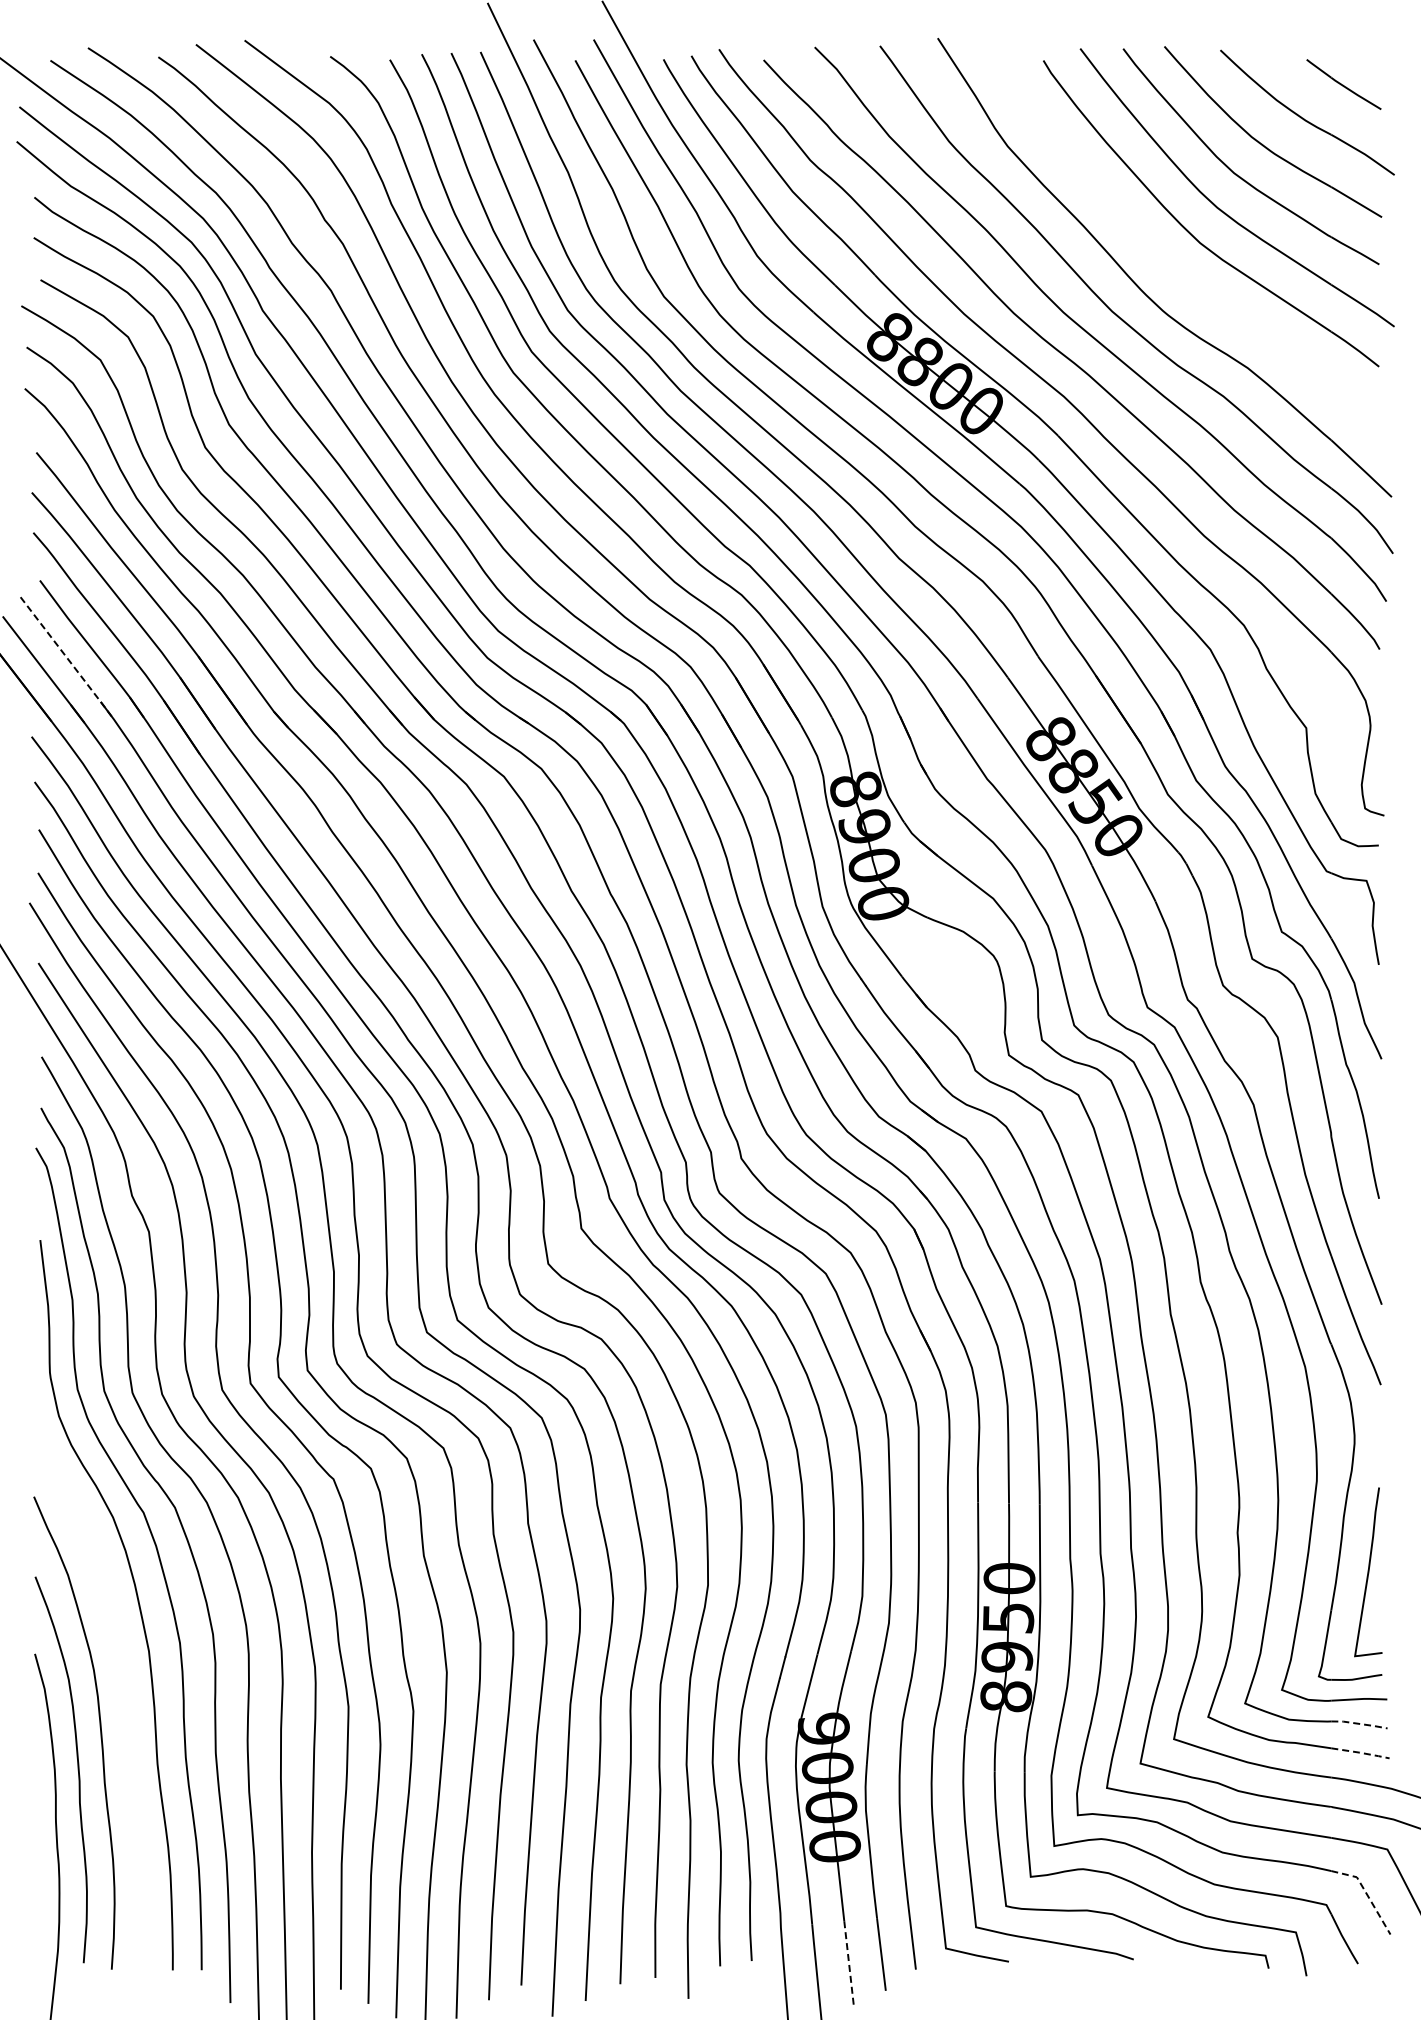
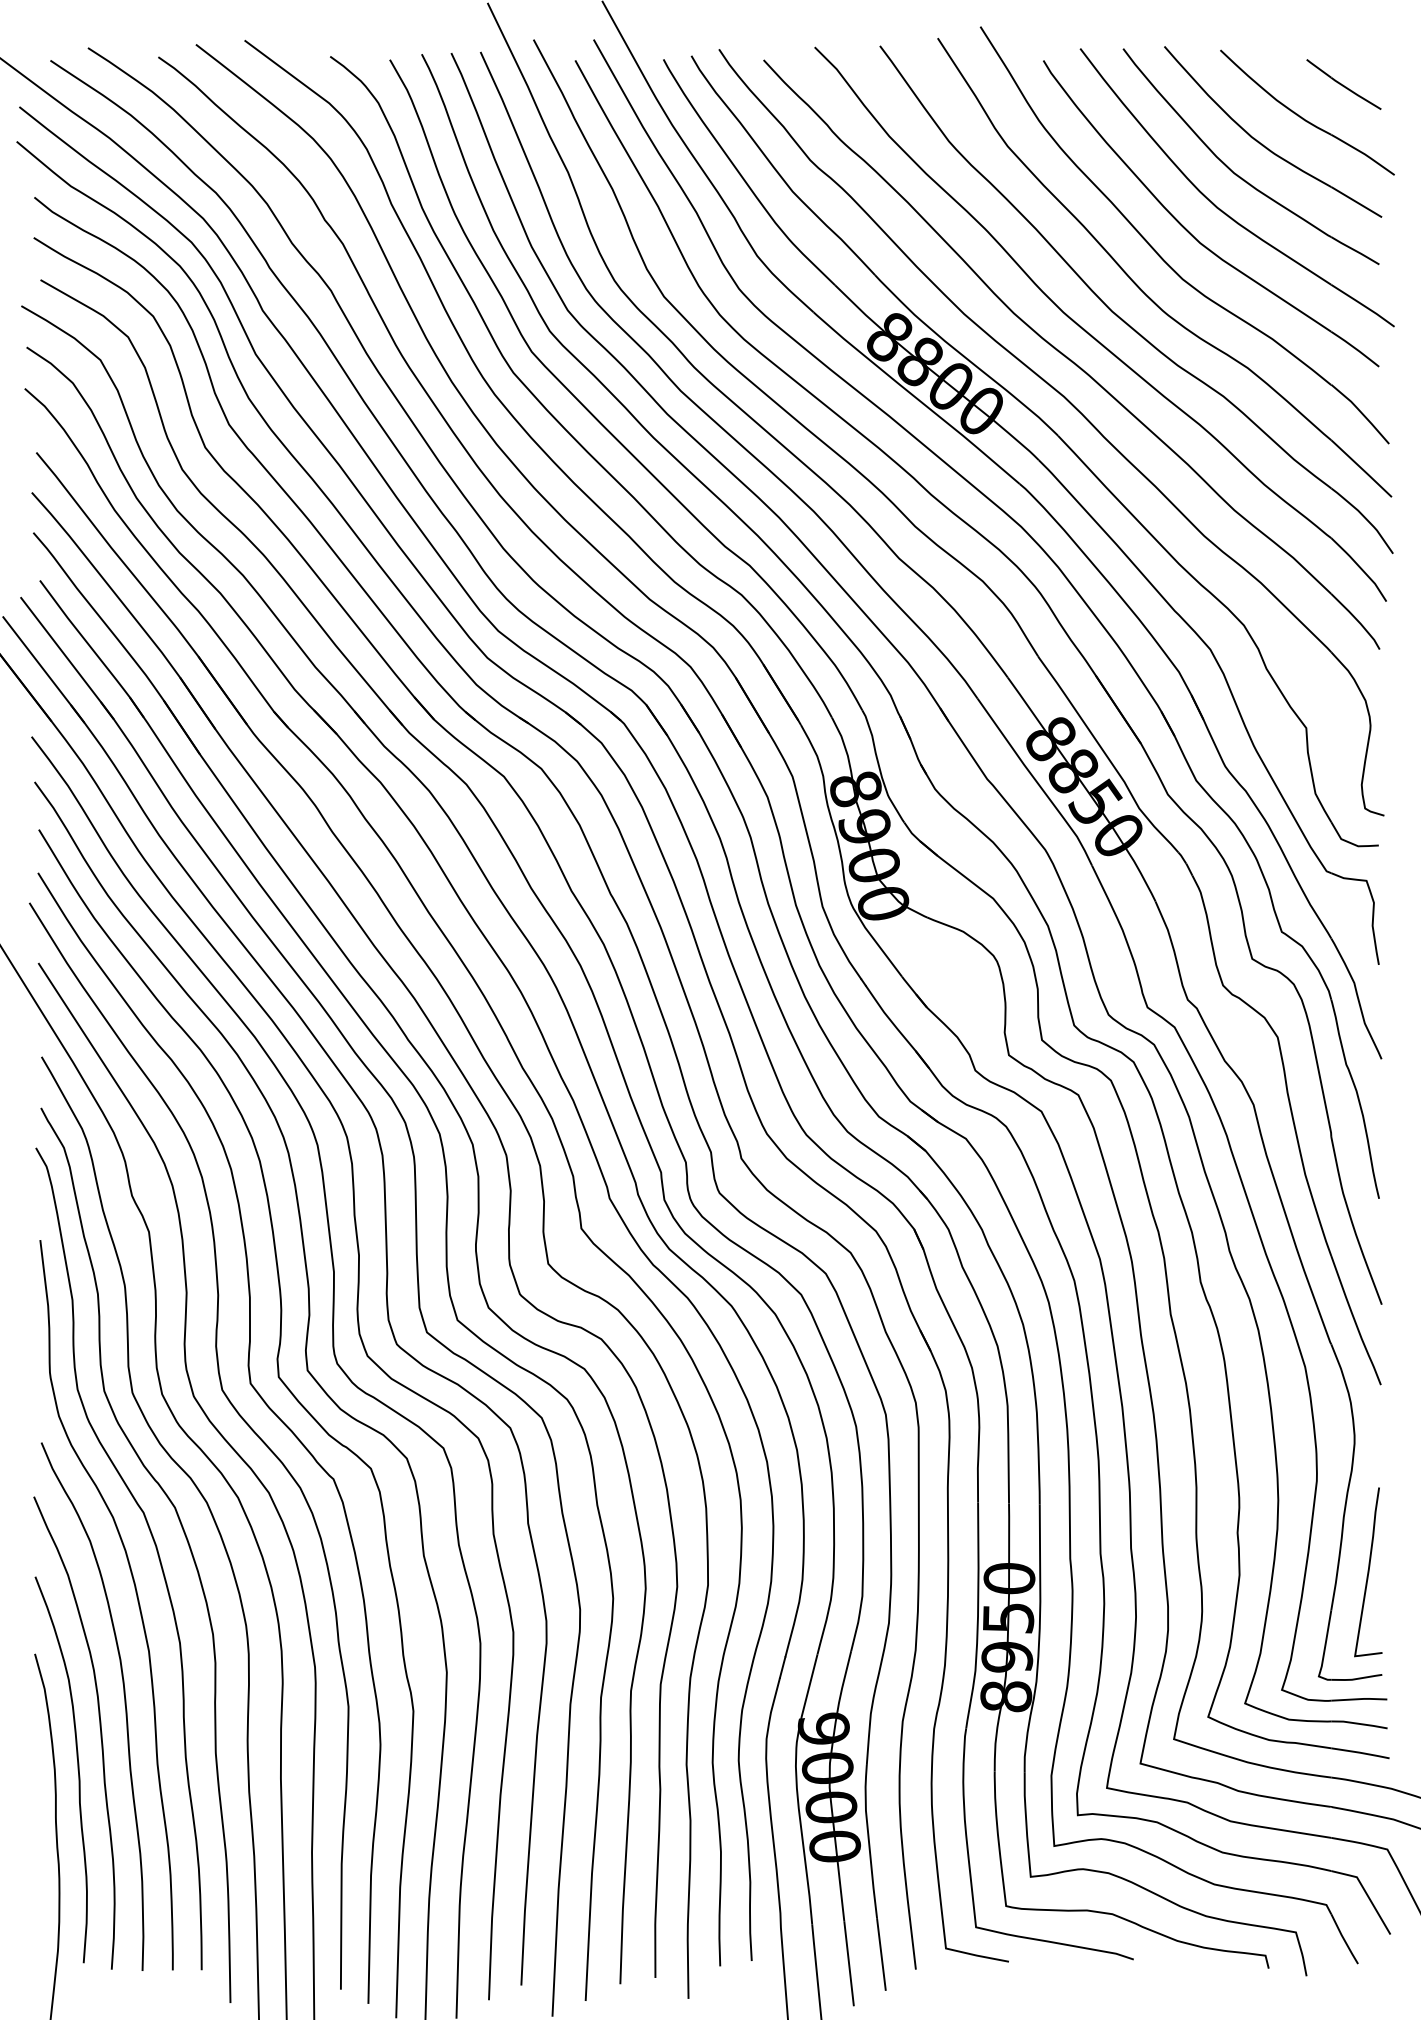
part at (1162, 257): none -> present
line at (67, 659): dashed -> solid
curve at (124, 1705): none -> present
line at (1360, 1724): dashed -> solid
line at (1361, 1753): dashed -> solid
line at (1366, 1893): dashed -> solid
line at (849, 1963): dashed -> solid
